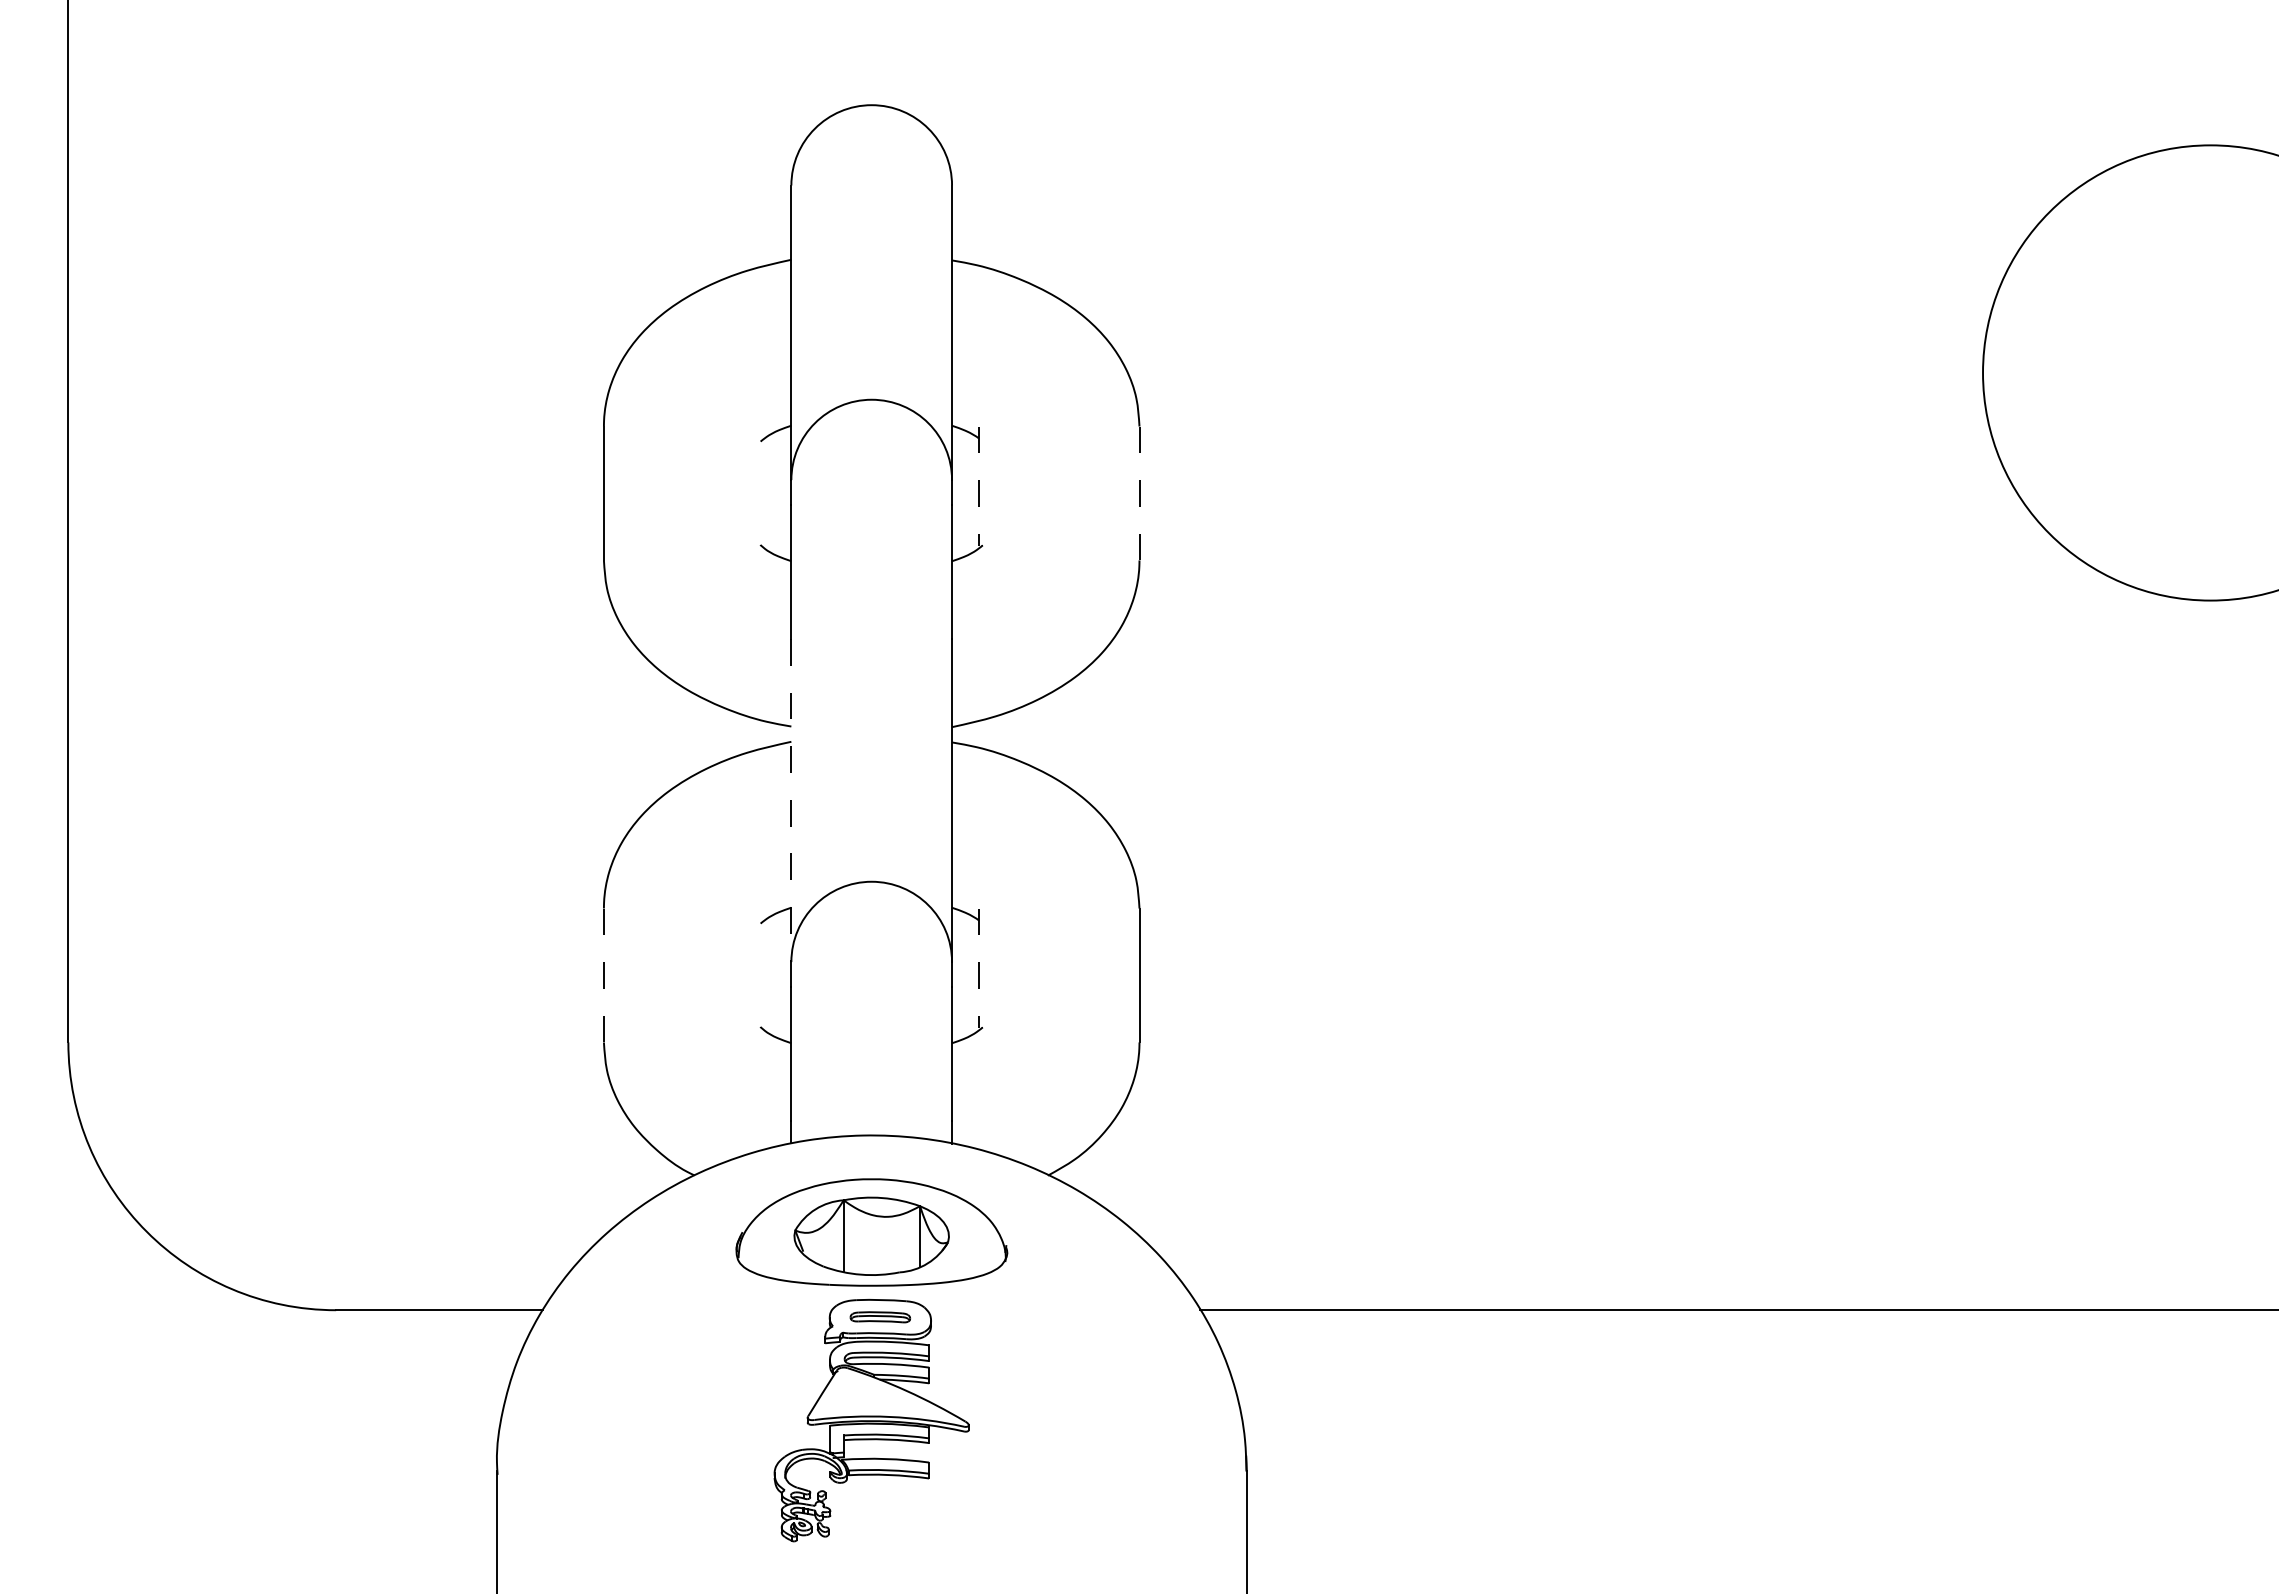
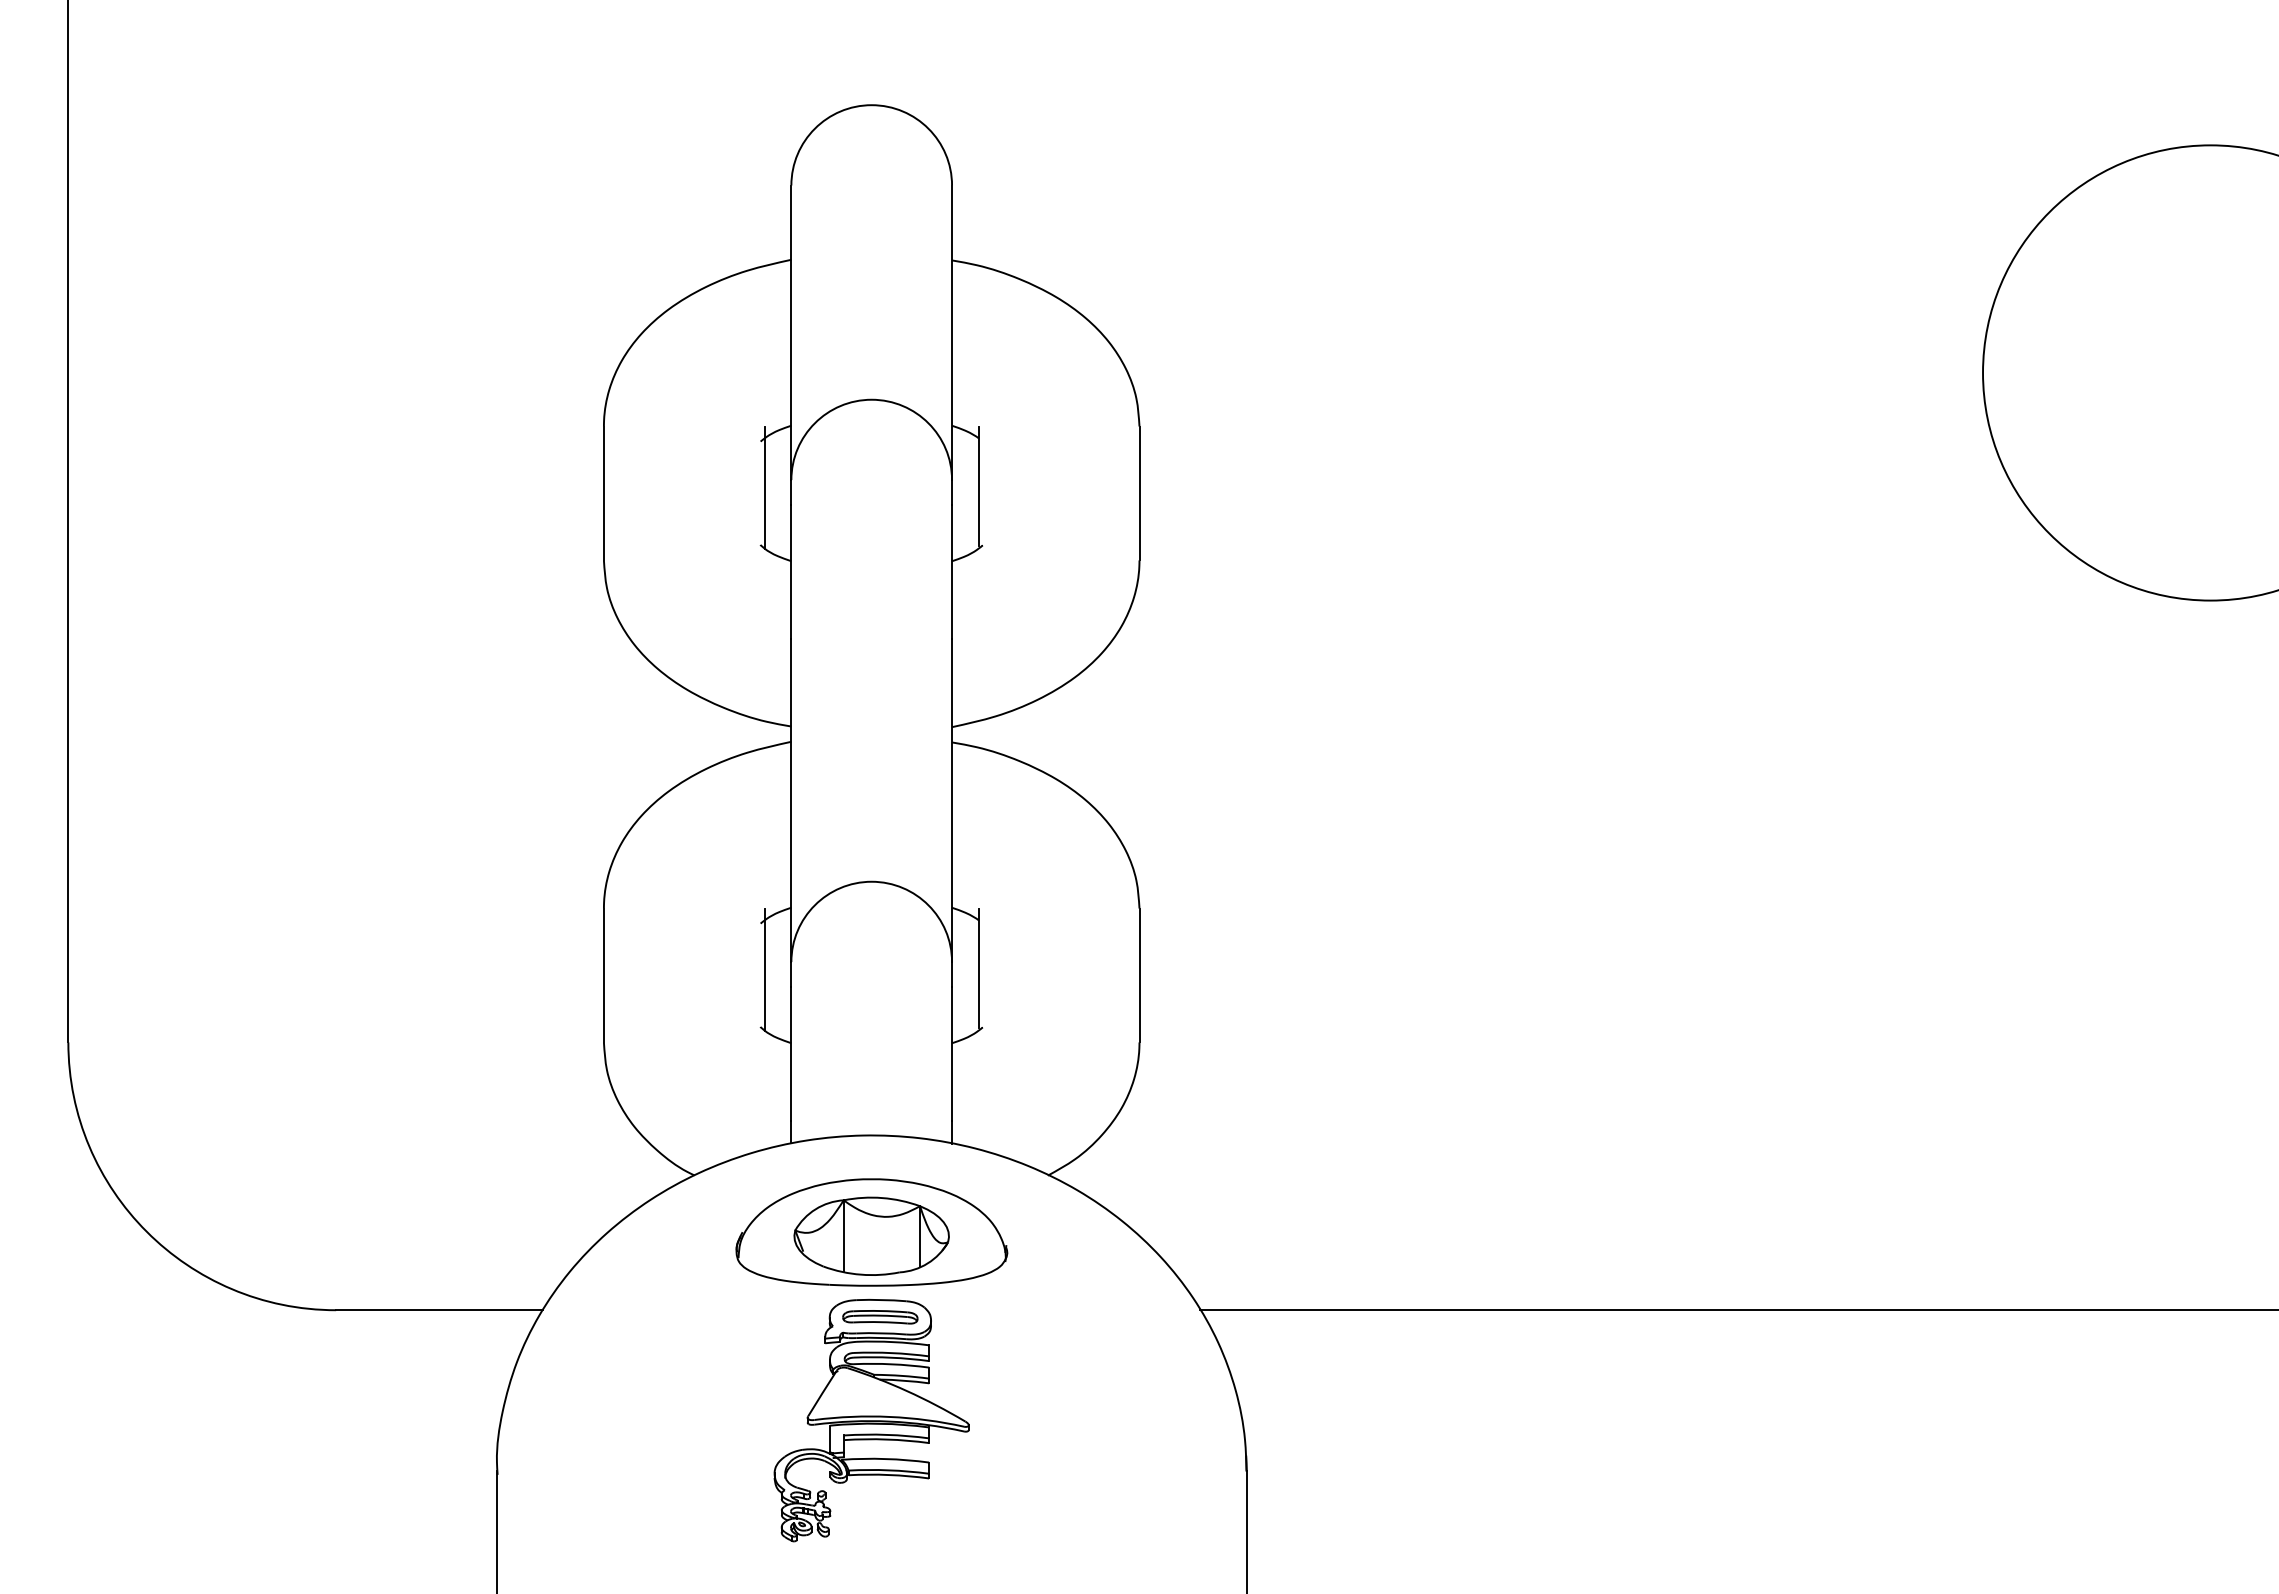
line at (978, 486): dashed -> solid
line at (764, 487): none -> present
line at (1139, 493): dashed -> solid
line at (791, 801): dashed -> solid
line at (978, 968): dashed -> solid
line at (764, 969): none -> present
line at (603, 975): dashed -> solid
part at (880, 1317) size: 63x13 px -> 77x15 px
